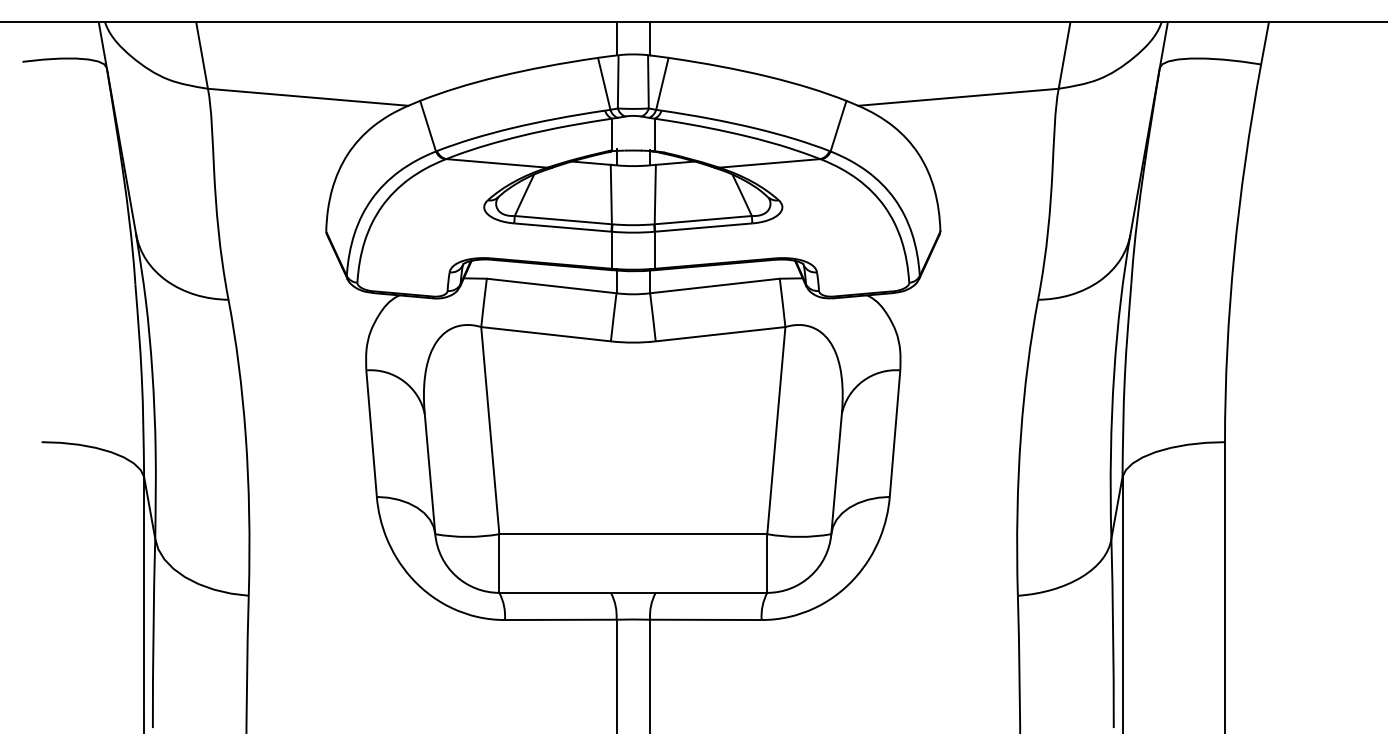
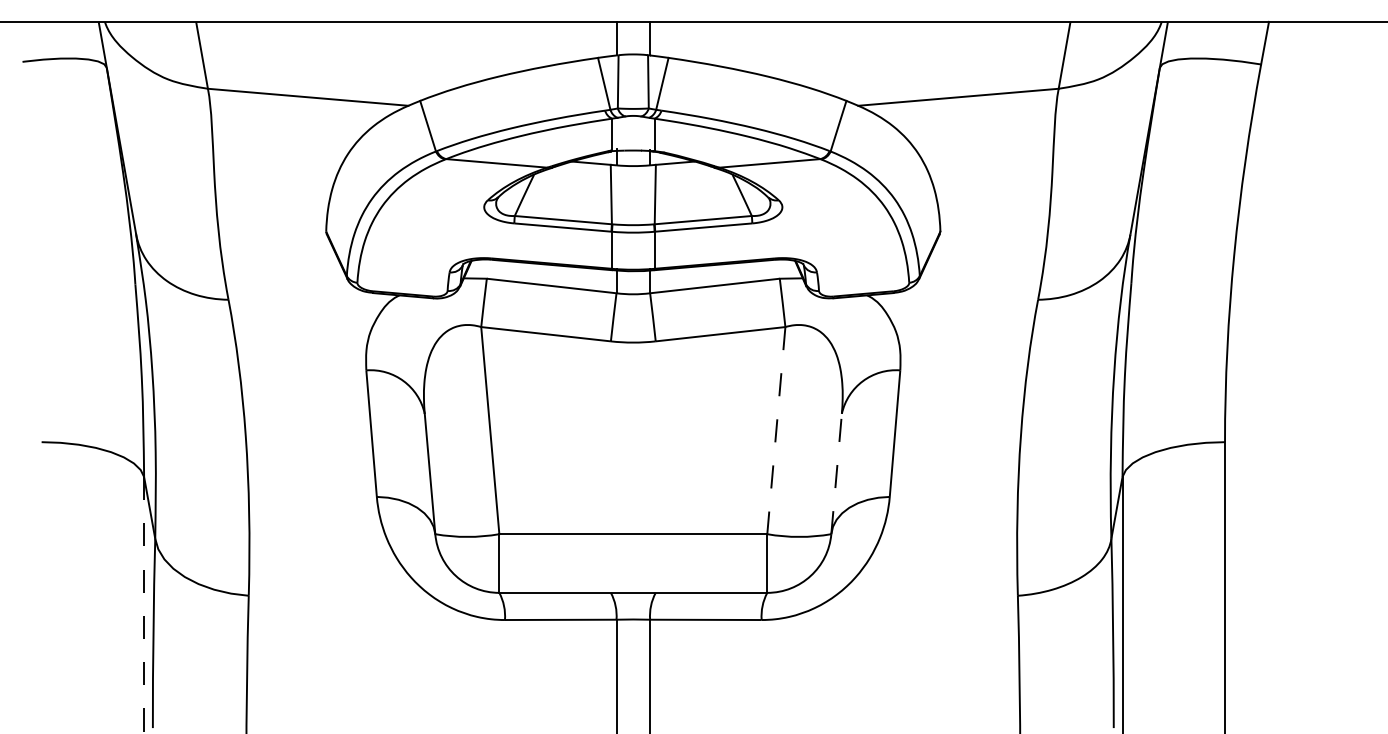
line at (776, 430): solid -> dashed
line at (836, 473): solid -> dashed
line at (144, 605): solid -> dashed
